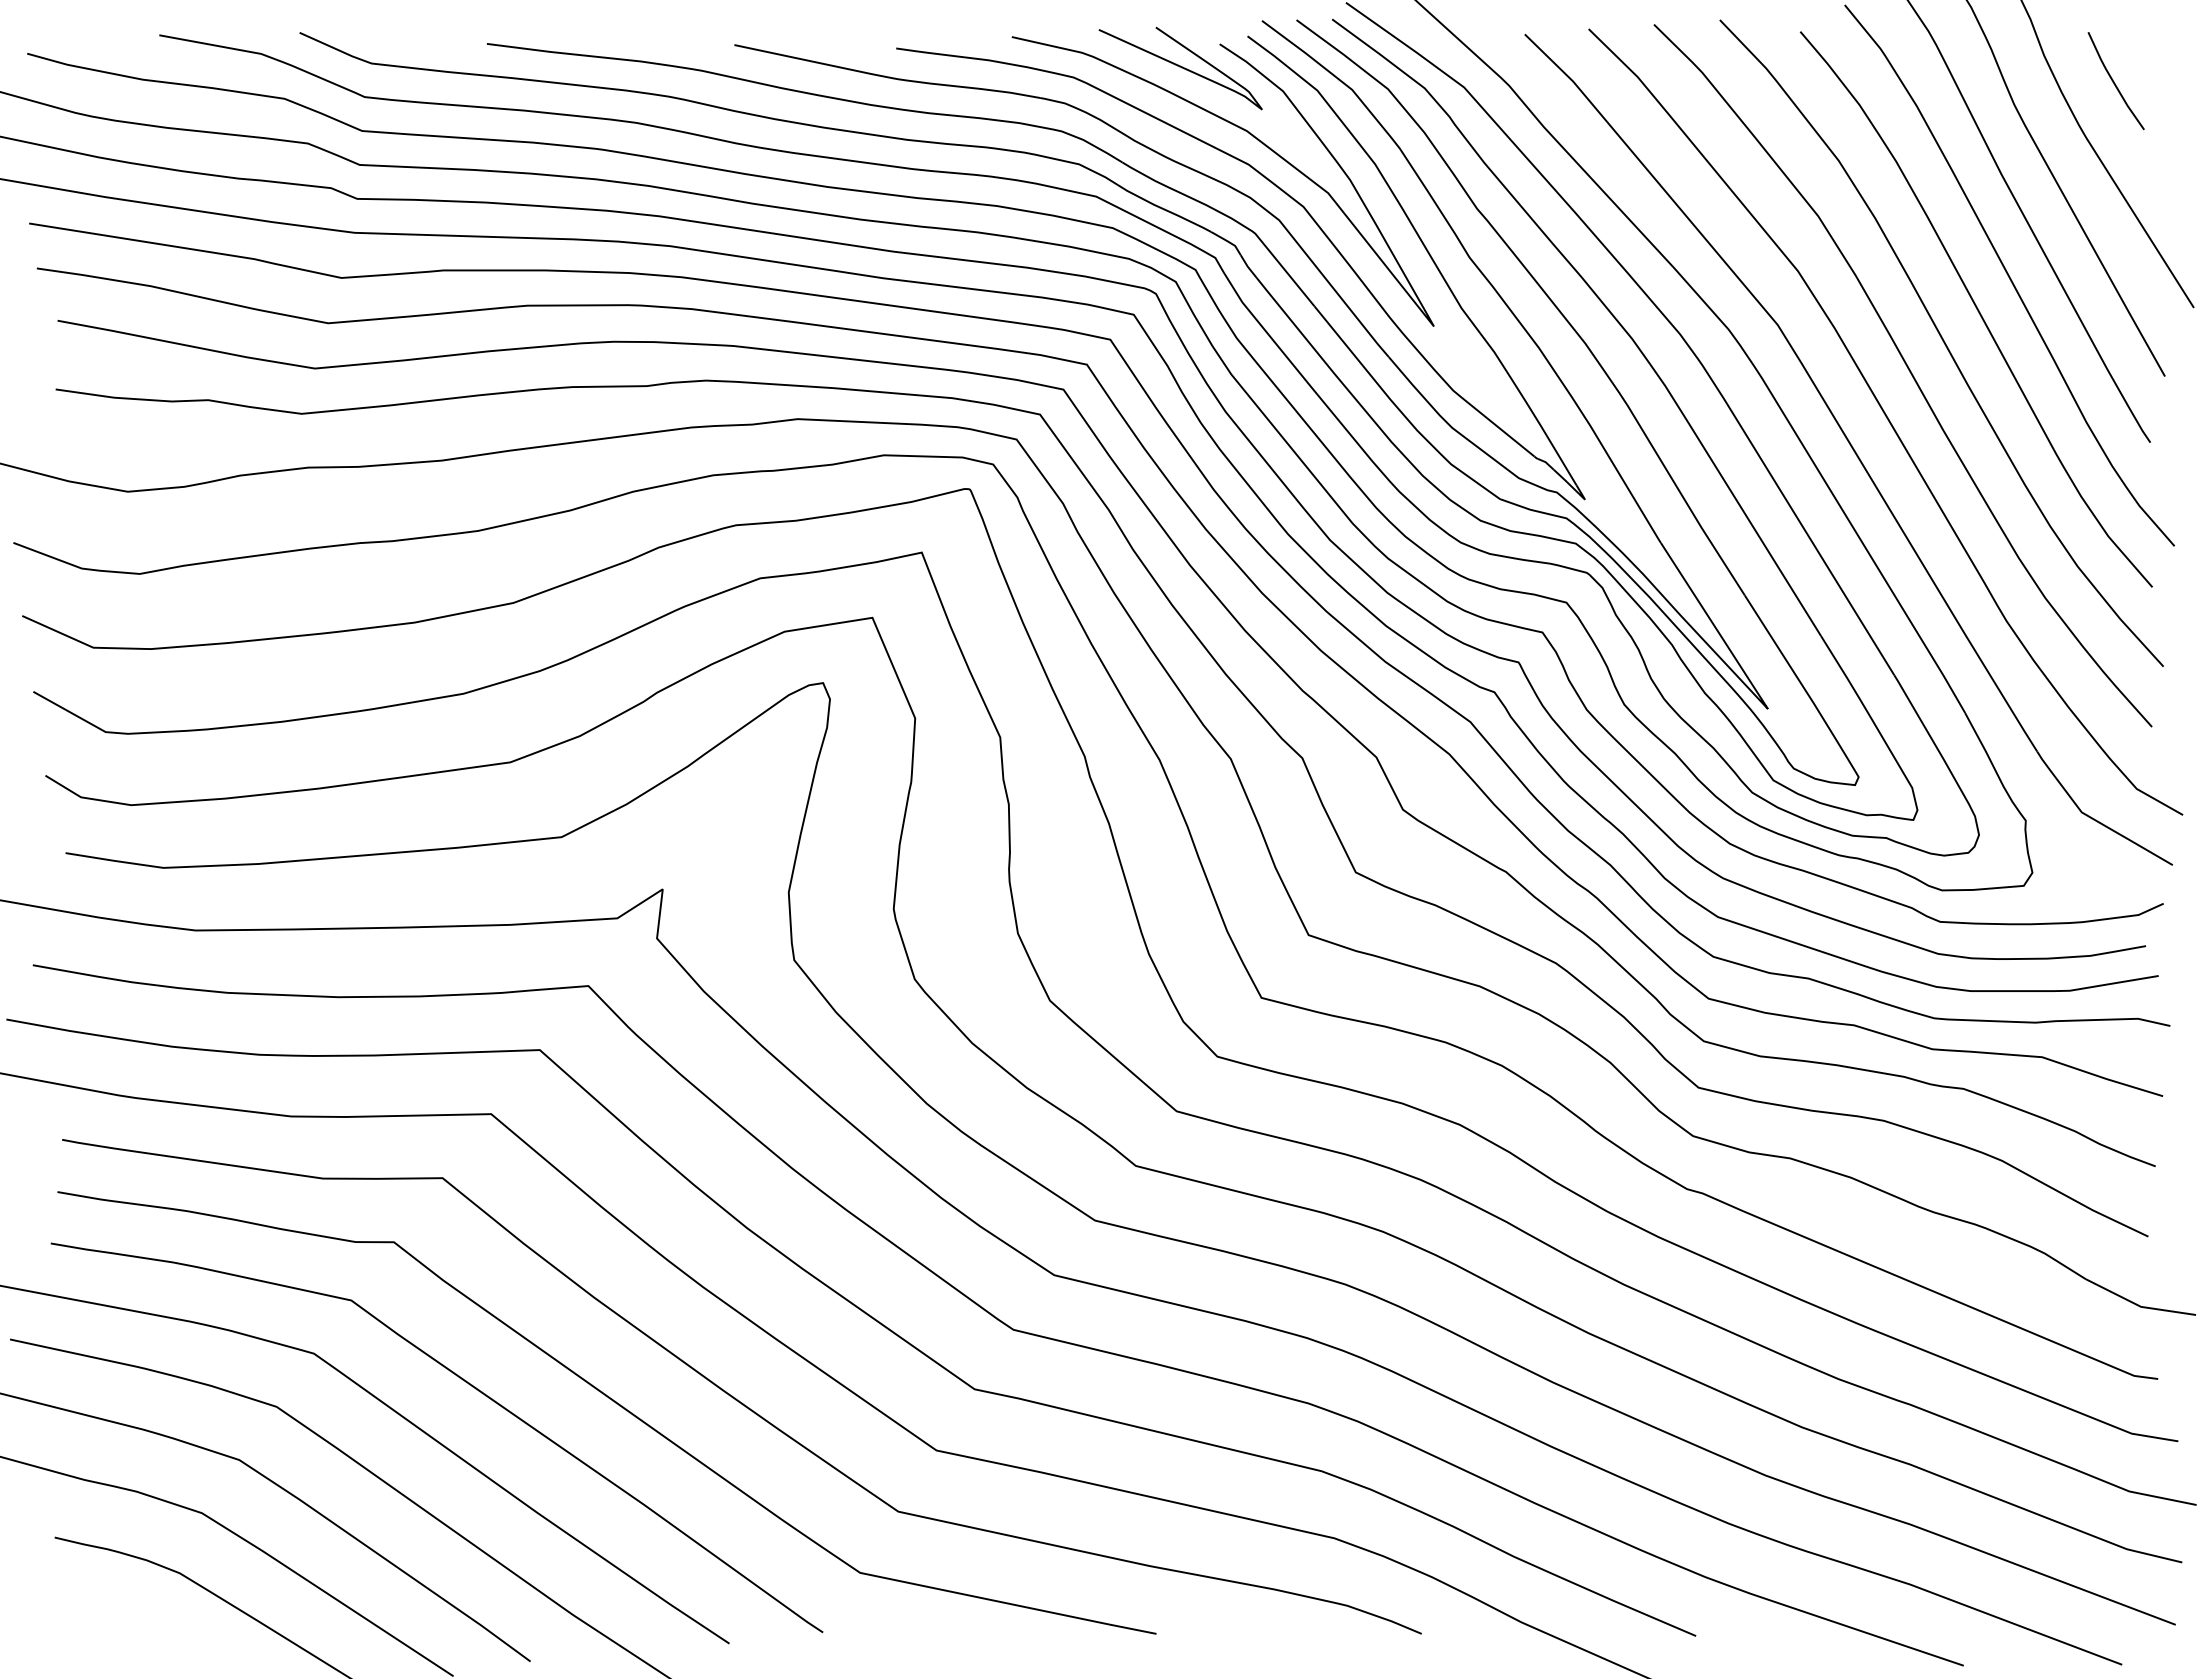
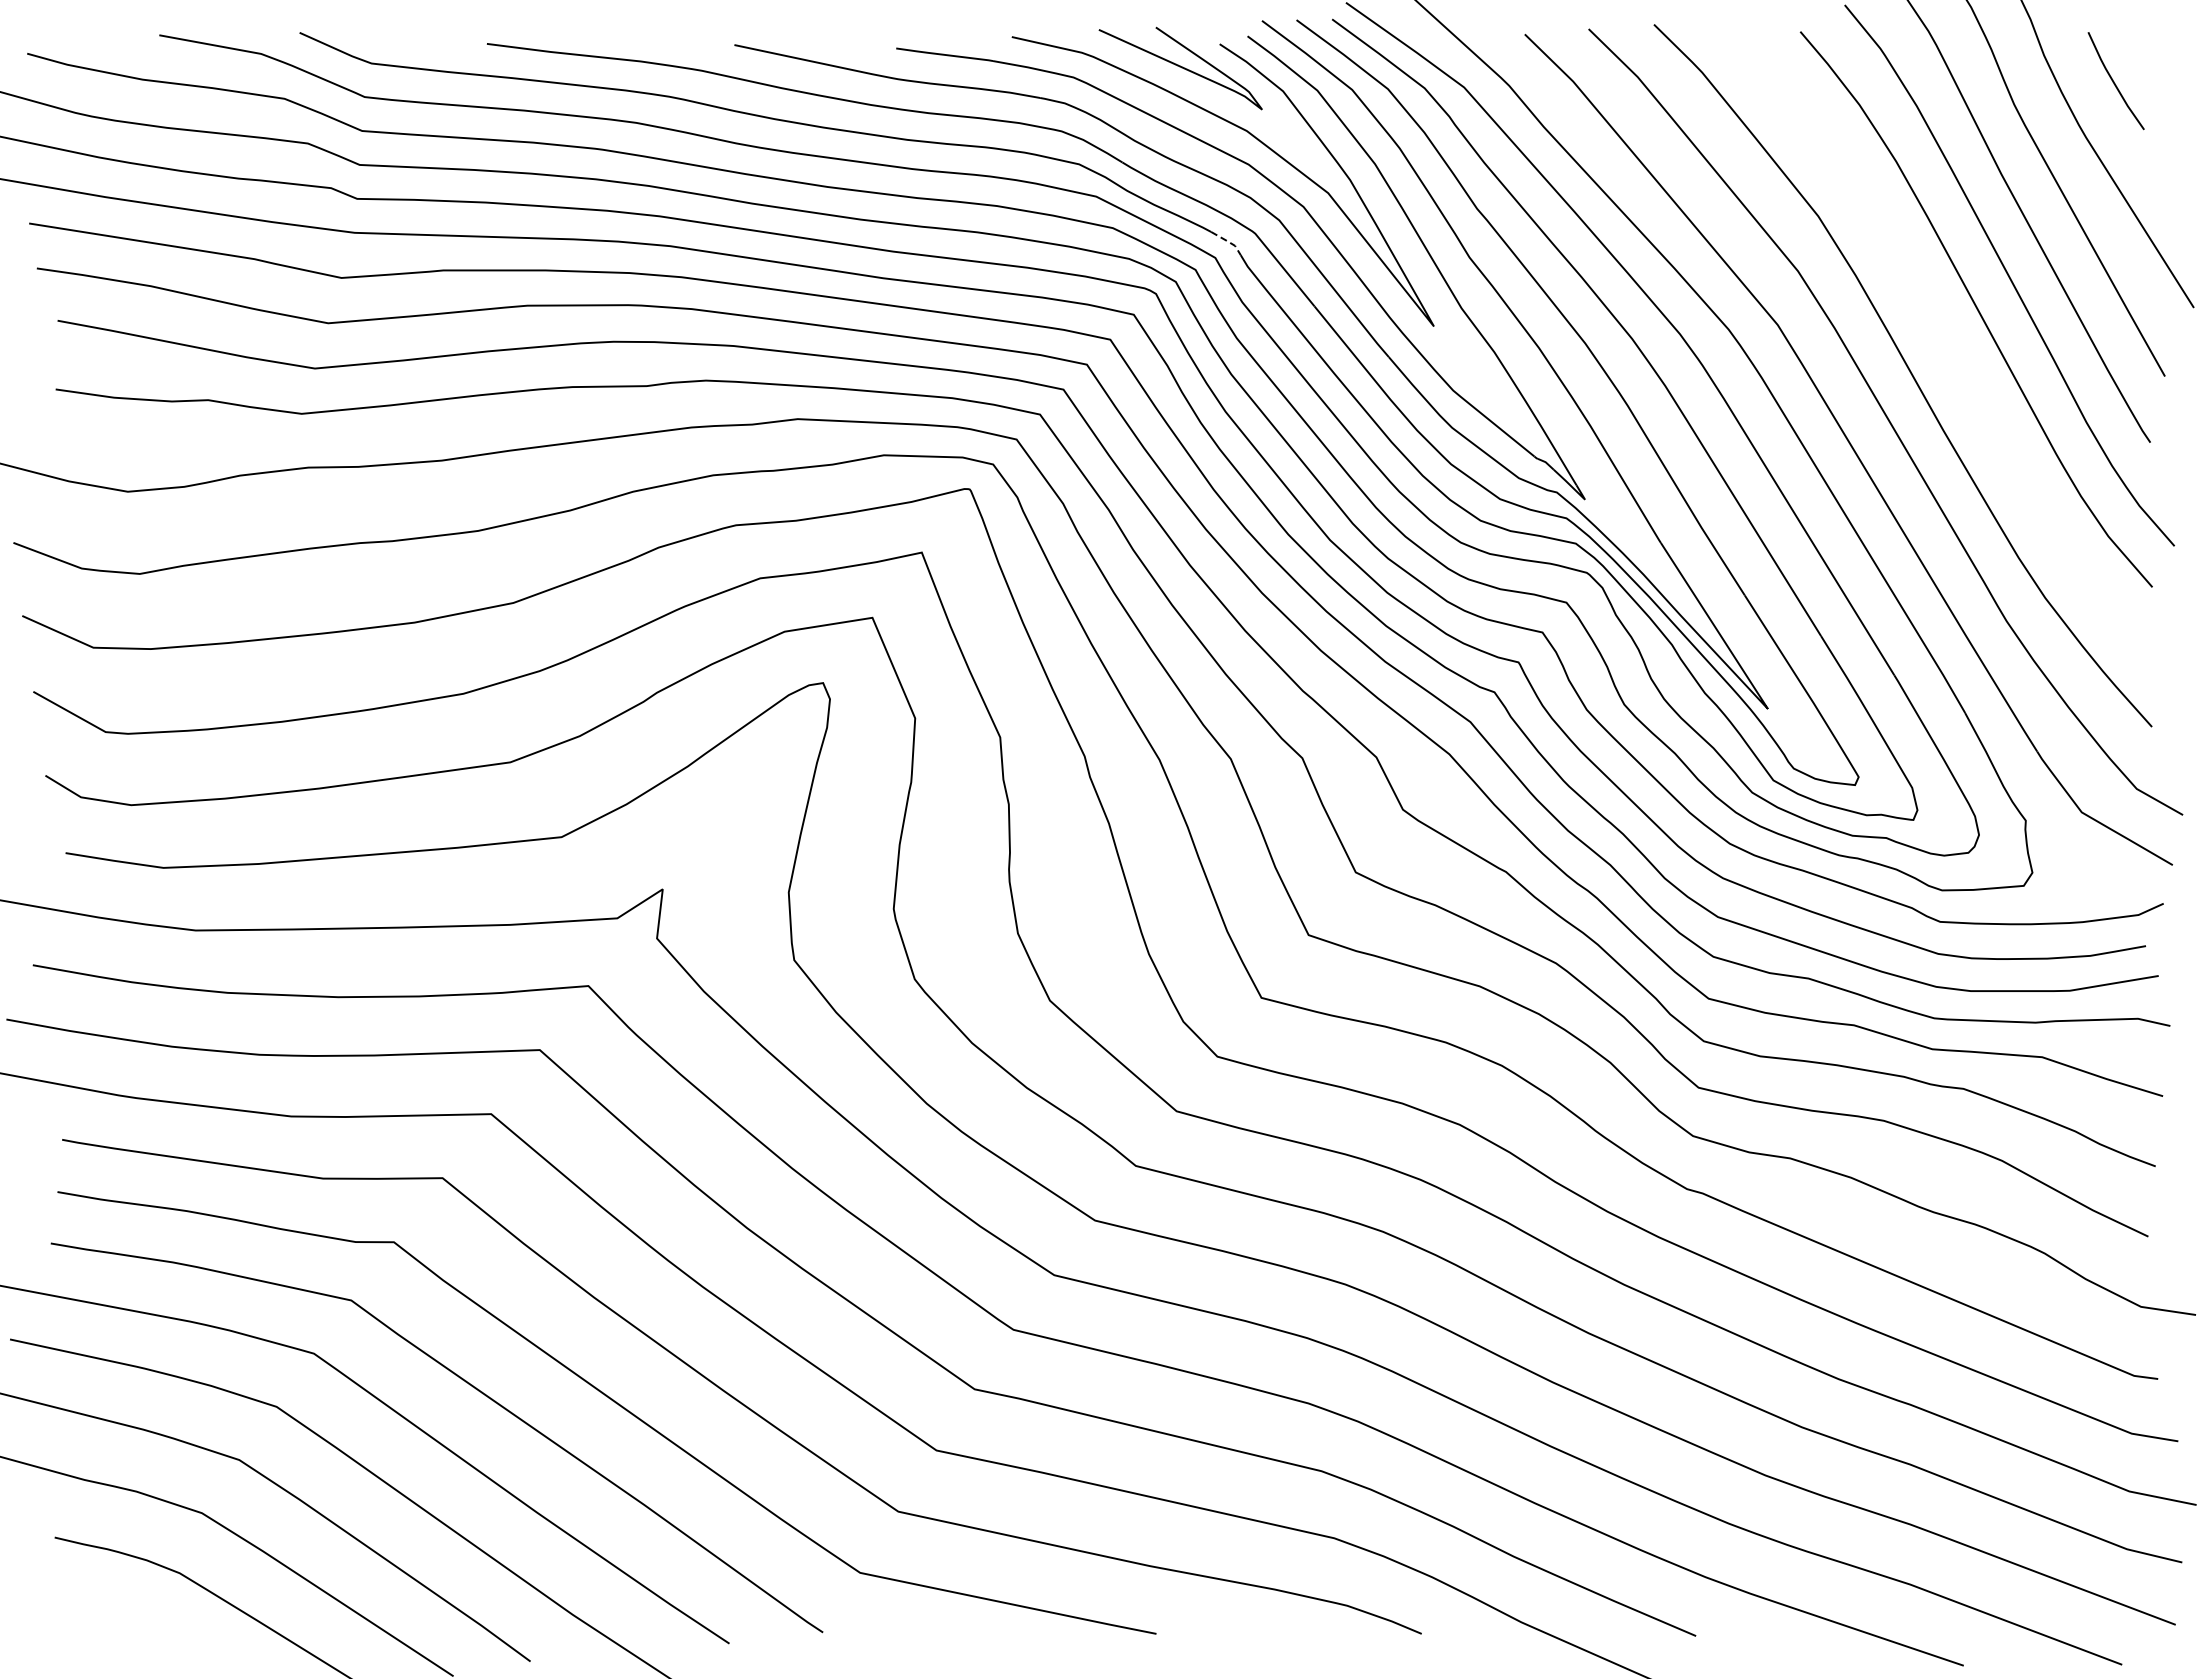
line at (1228, 241): solid -> dashed
curve at (1942, 341): present -> none
